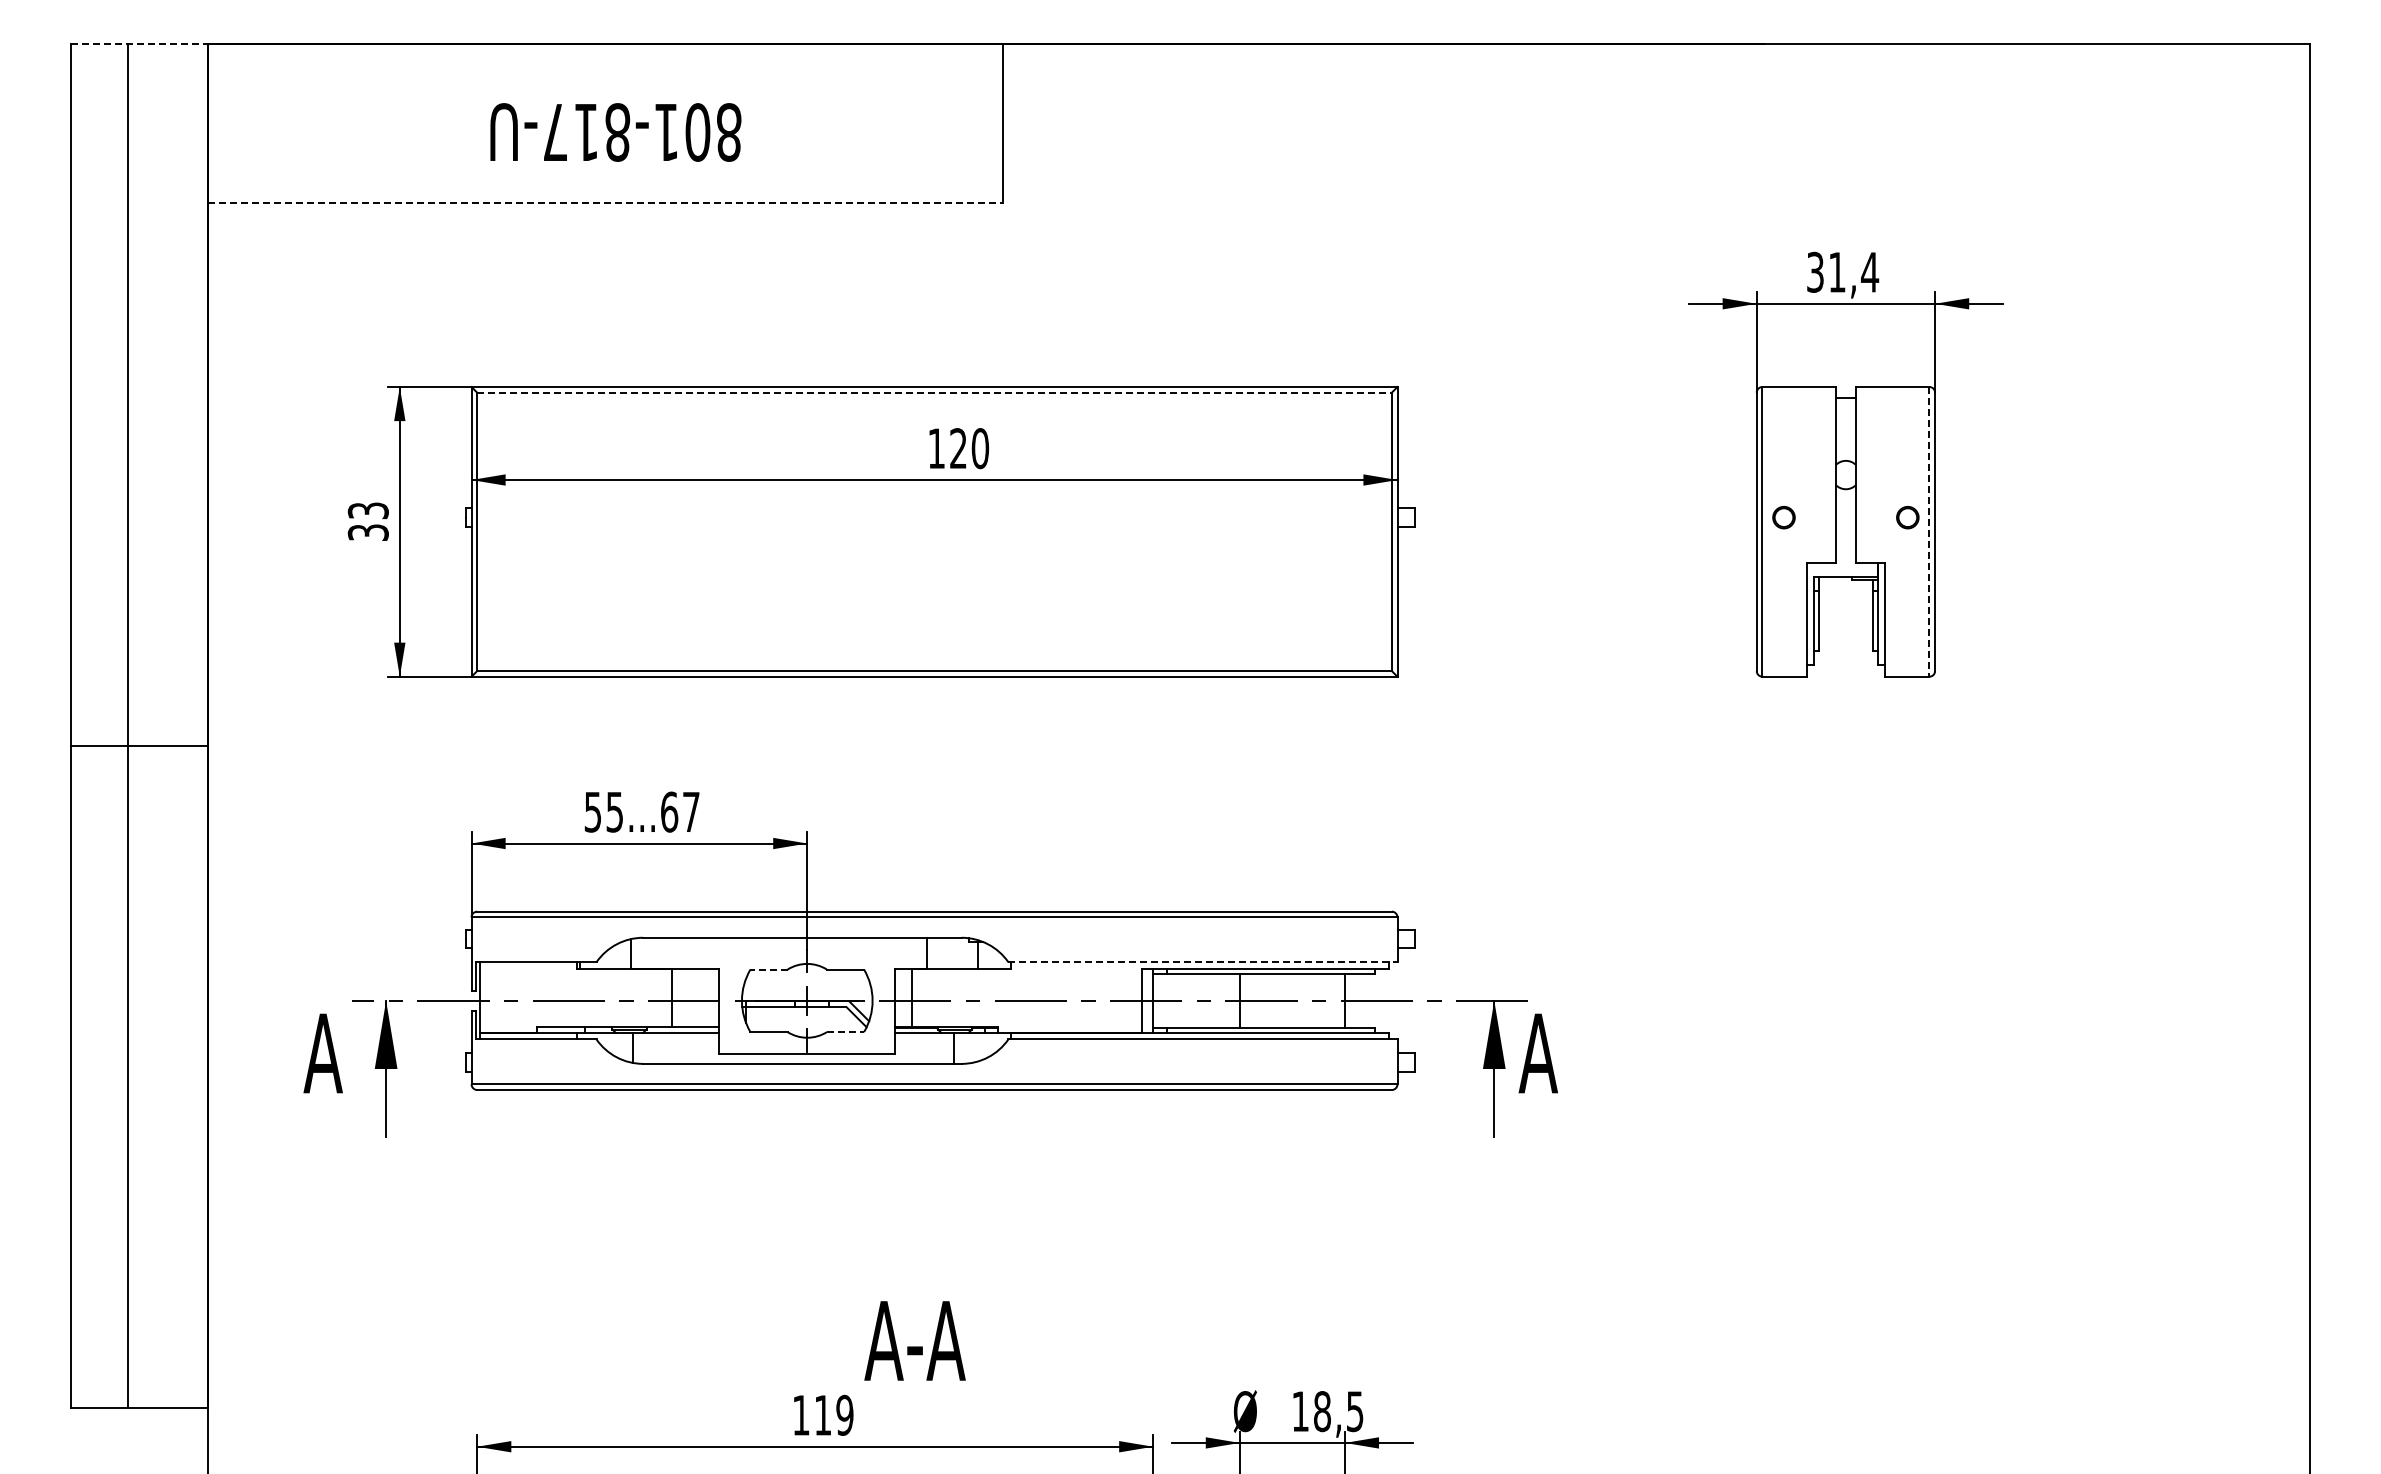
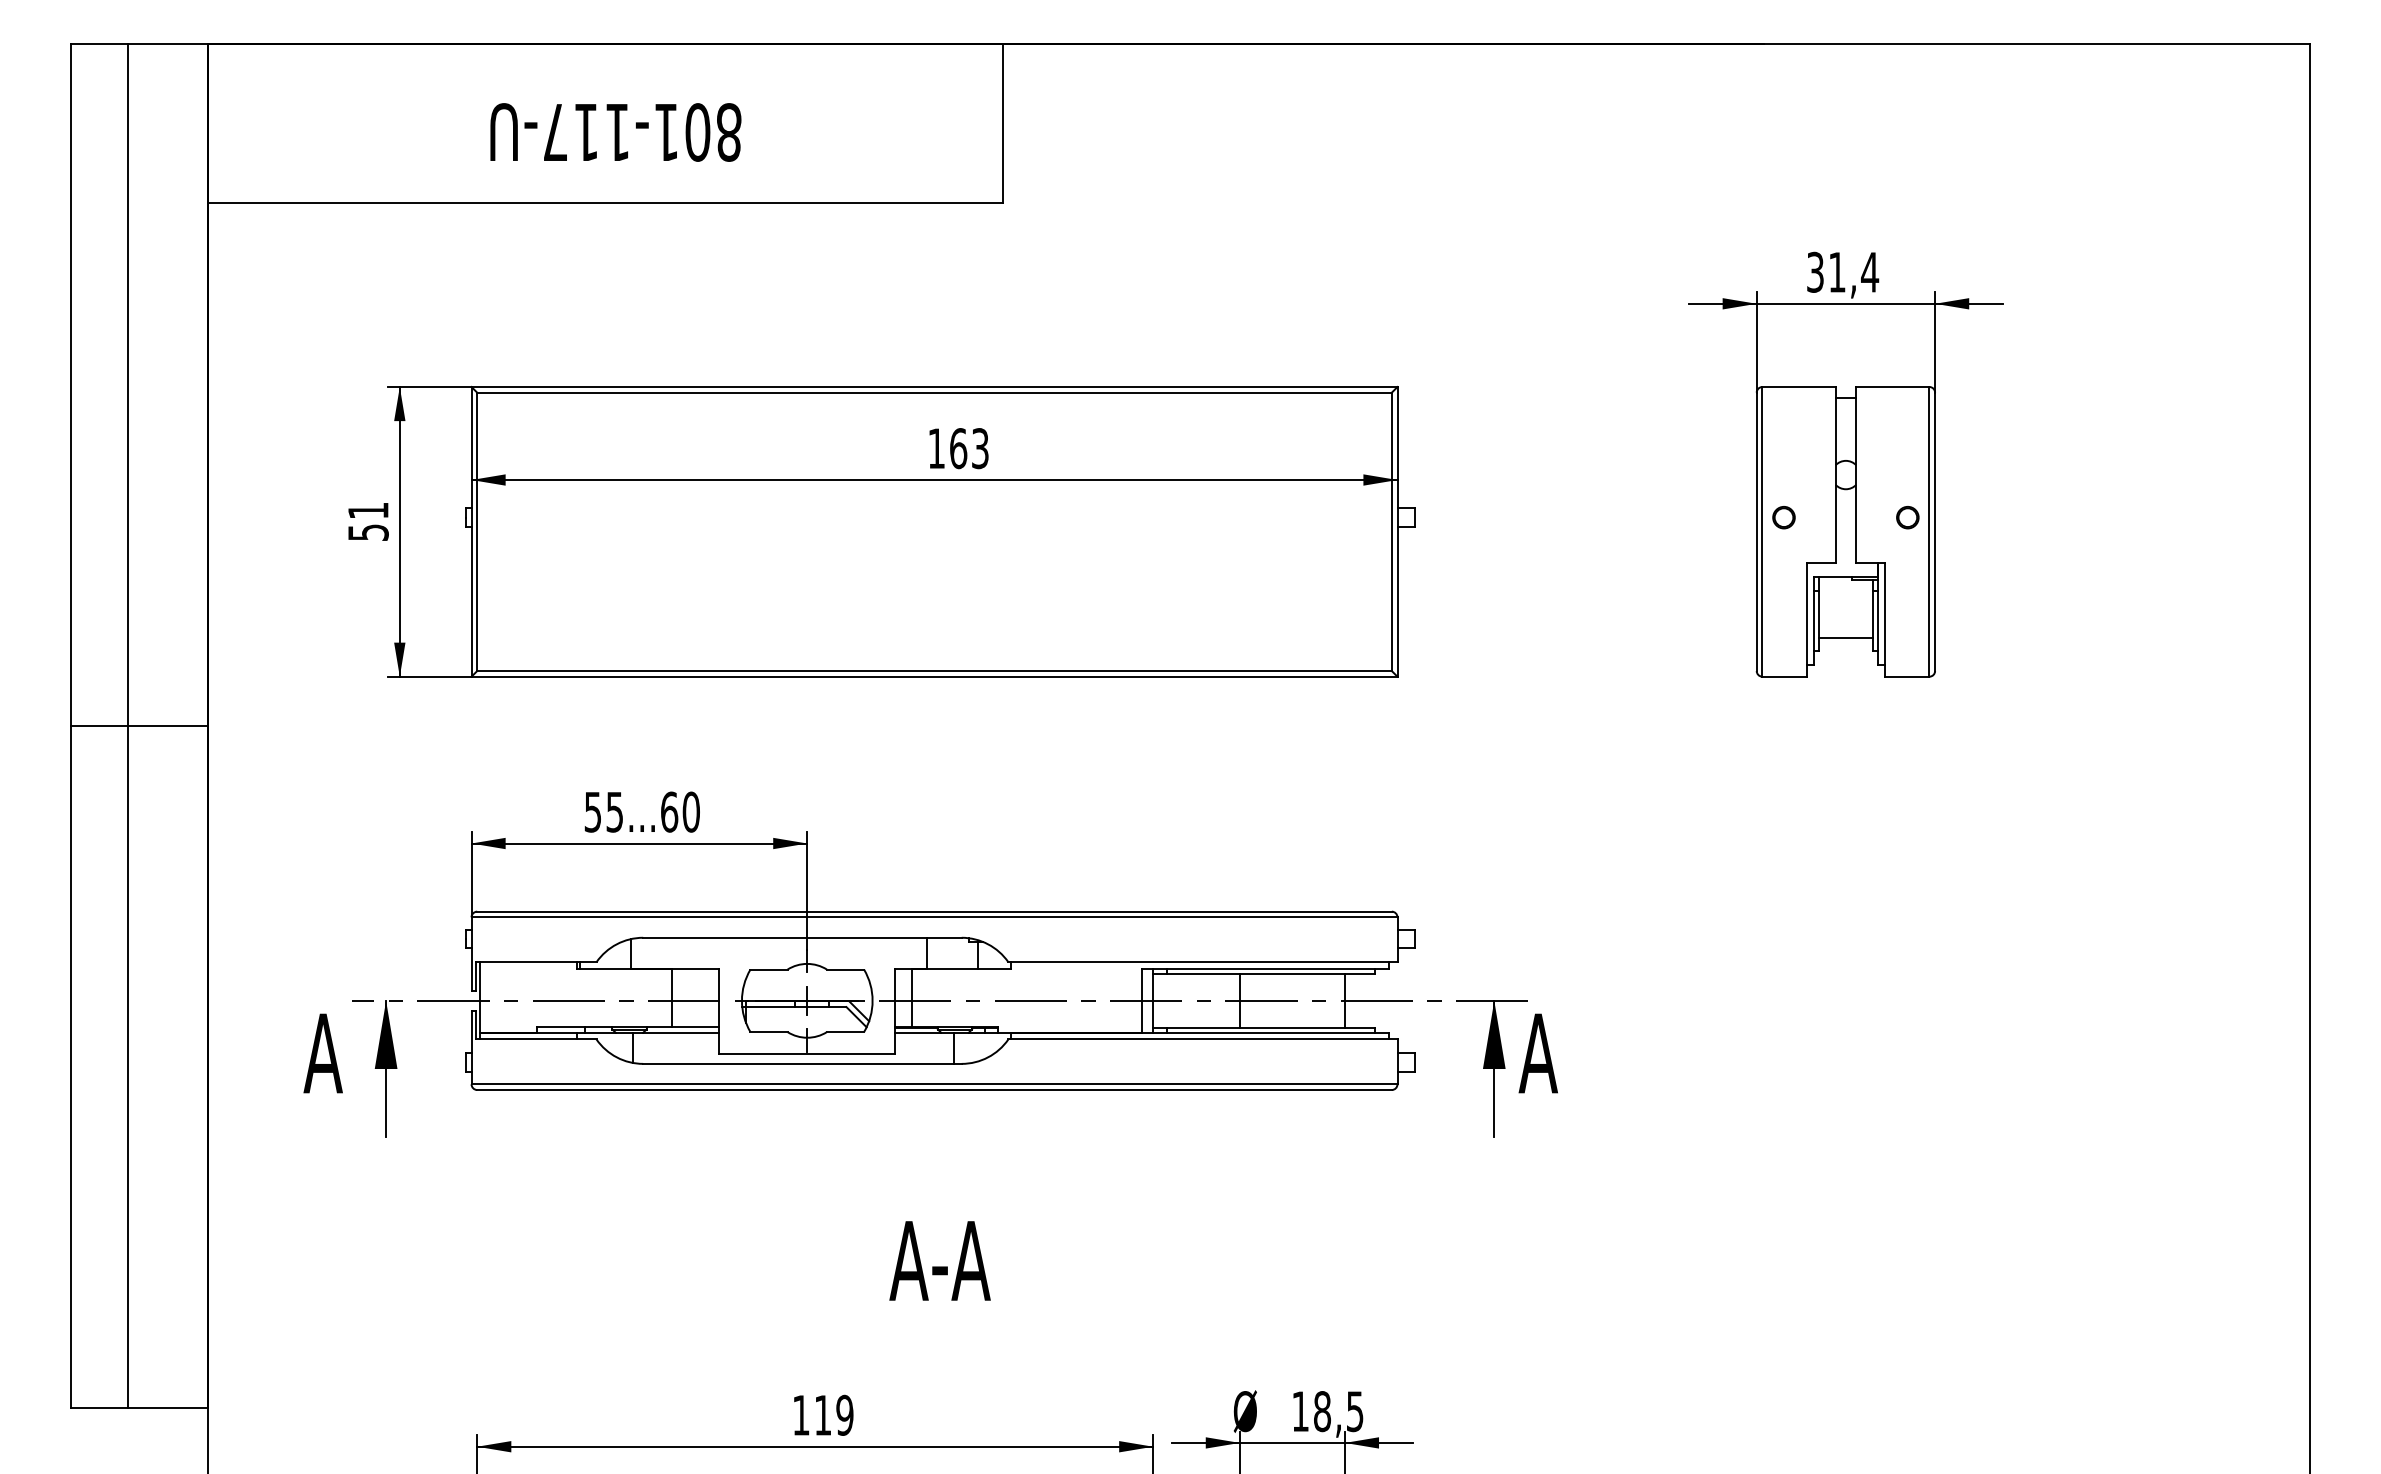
line at (140, 44): dashed -> solid
text at (617, 132): 801-817-U -> 801-117-U
line at (605, 203): dashed -> solid
line at (935, 392): dashed -> solid
text at (969, 448): 120 -> 163
text at (367, 521): 33 -> 51
line at (1929, 531): dashed -> solid
line at (1845, 638): none -> present
line at (139, 746) position: (139, 746) -> (139, 726)
text at (690, 811): 55...67 -> 55...60
line at (1202, 962): dashed -> solid
line at (769, 969): dashed -> solid
line at (845, 1032): dashed -> solid
text at (914, 1340) position: (914, 1340) -> (939, 1260)
